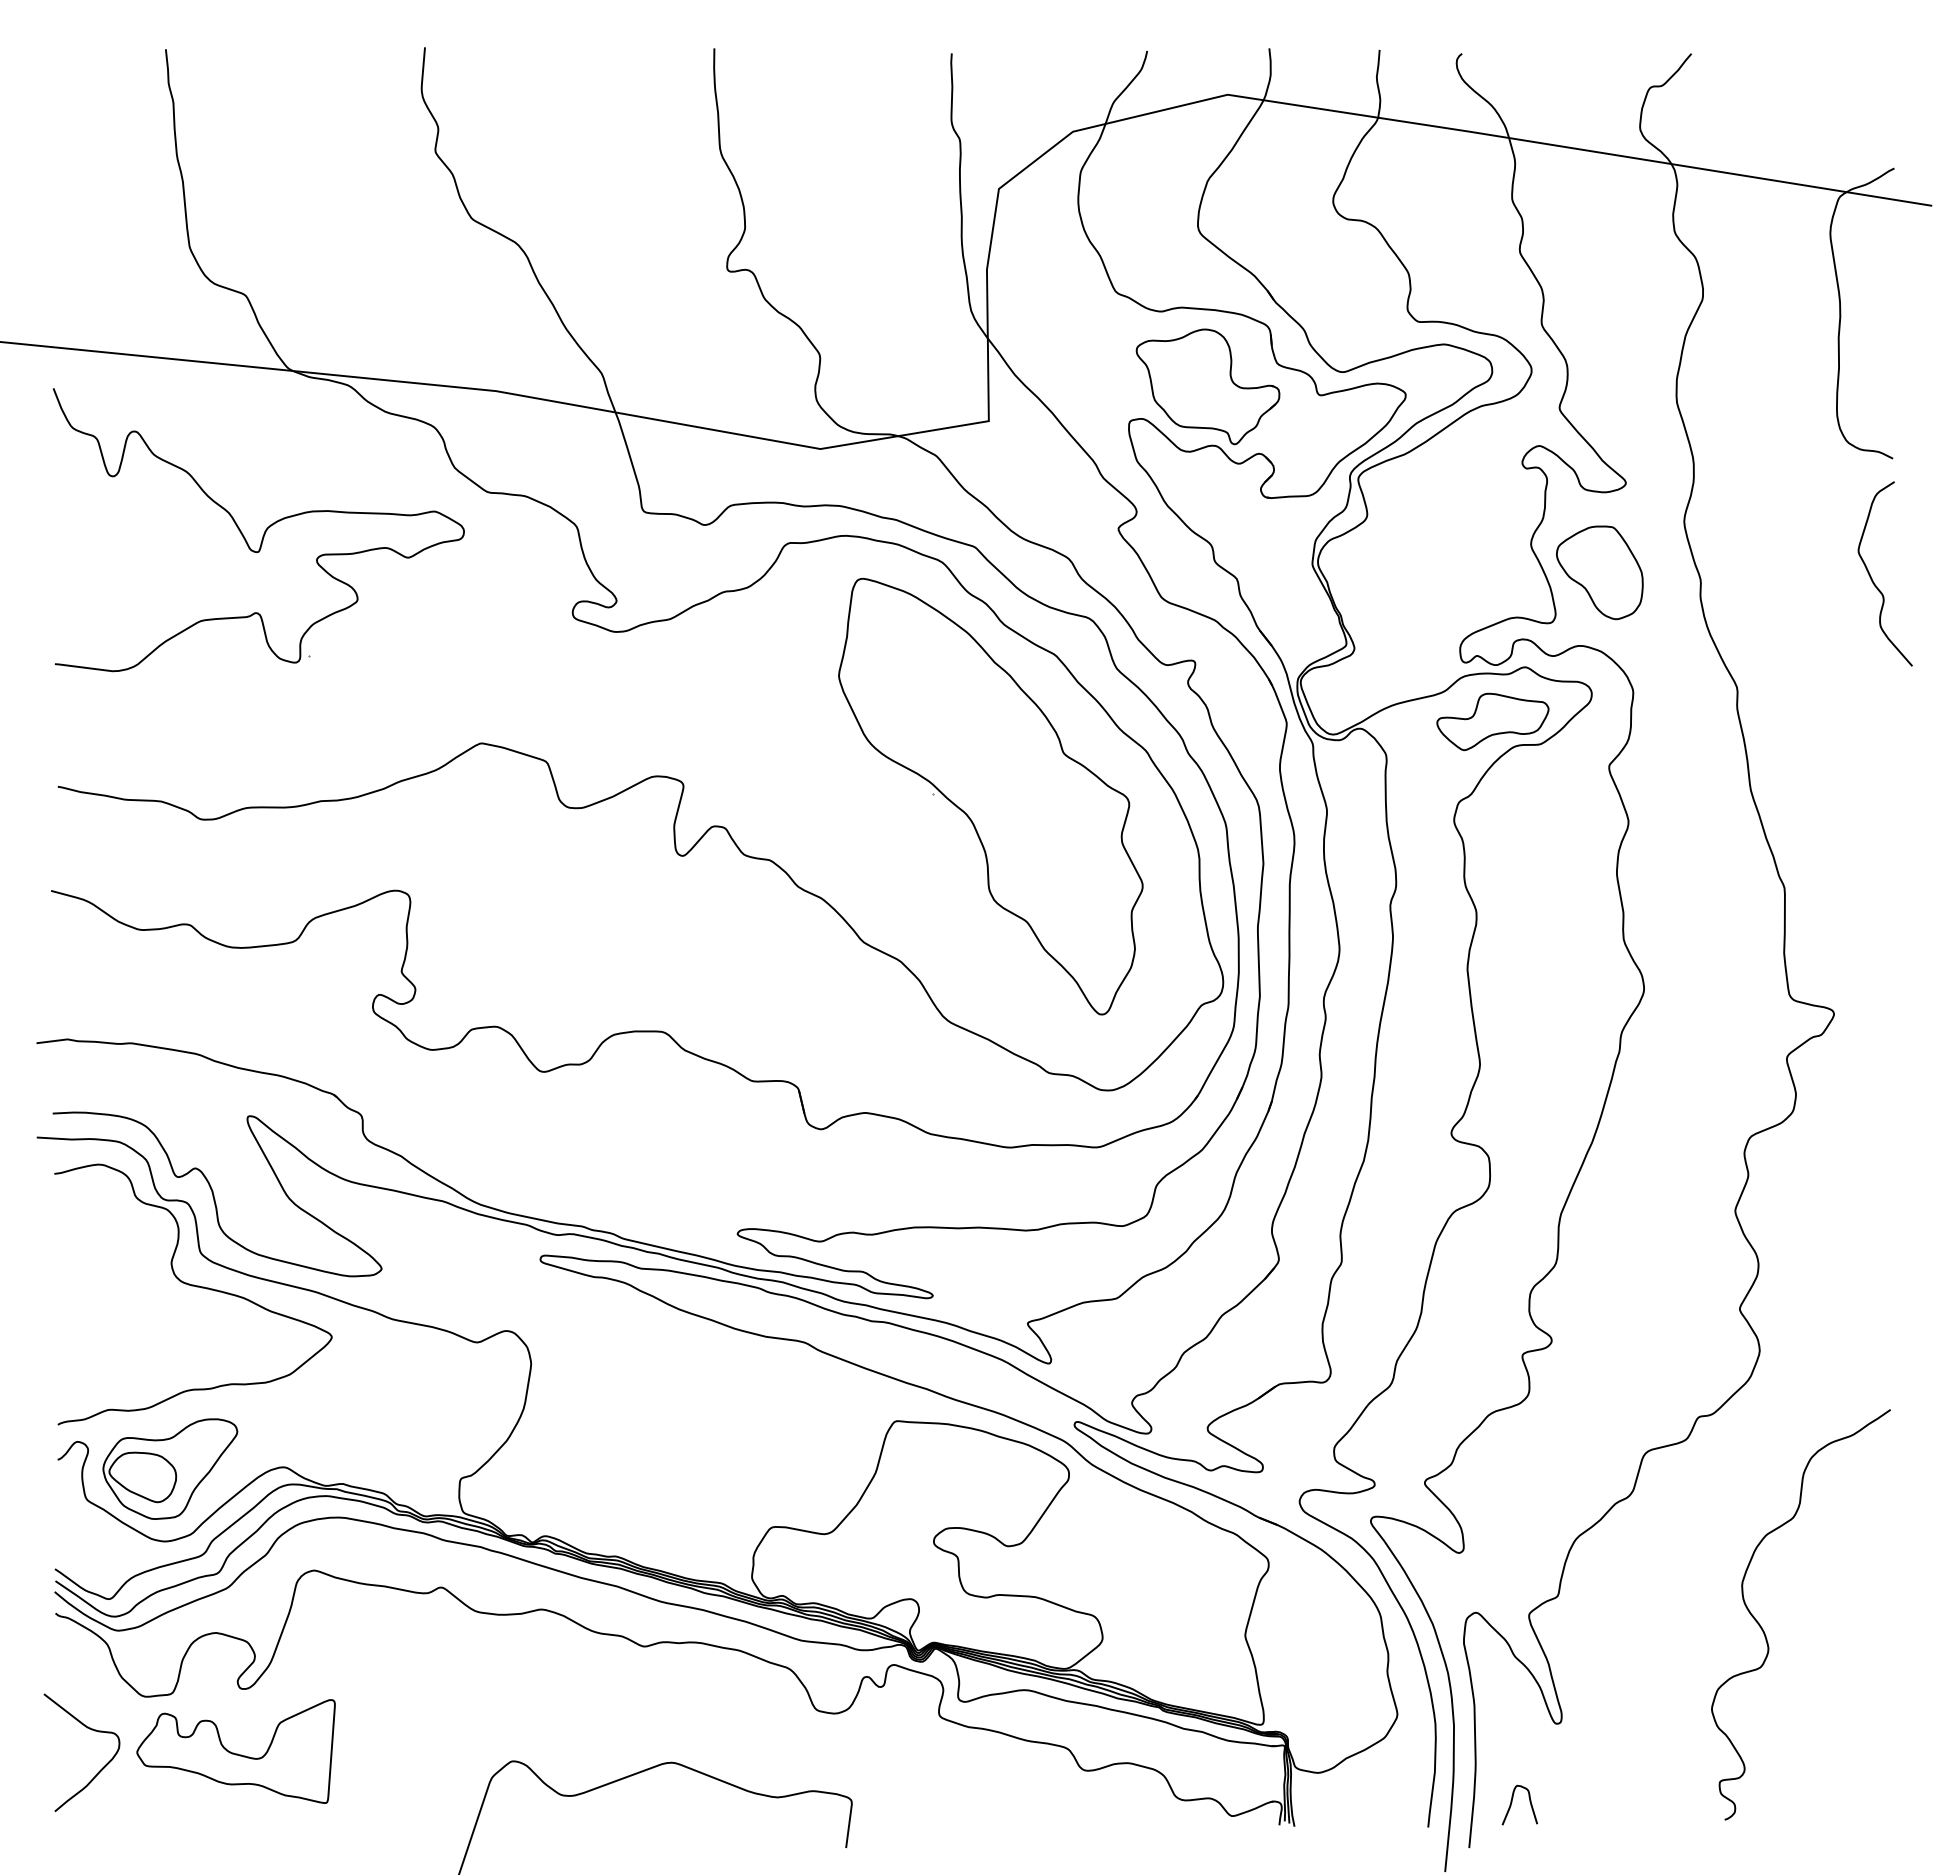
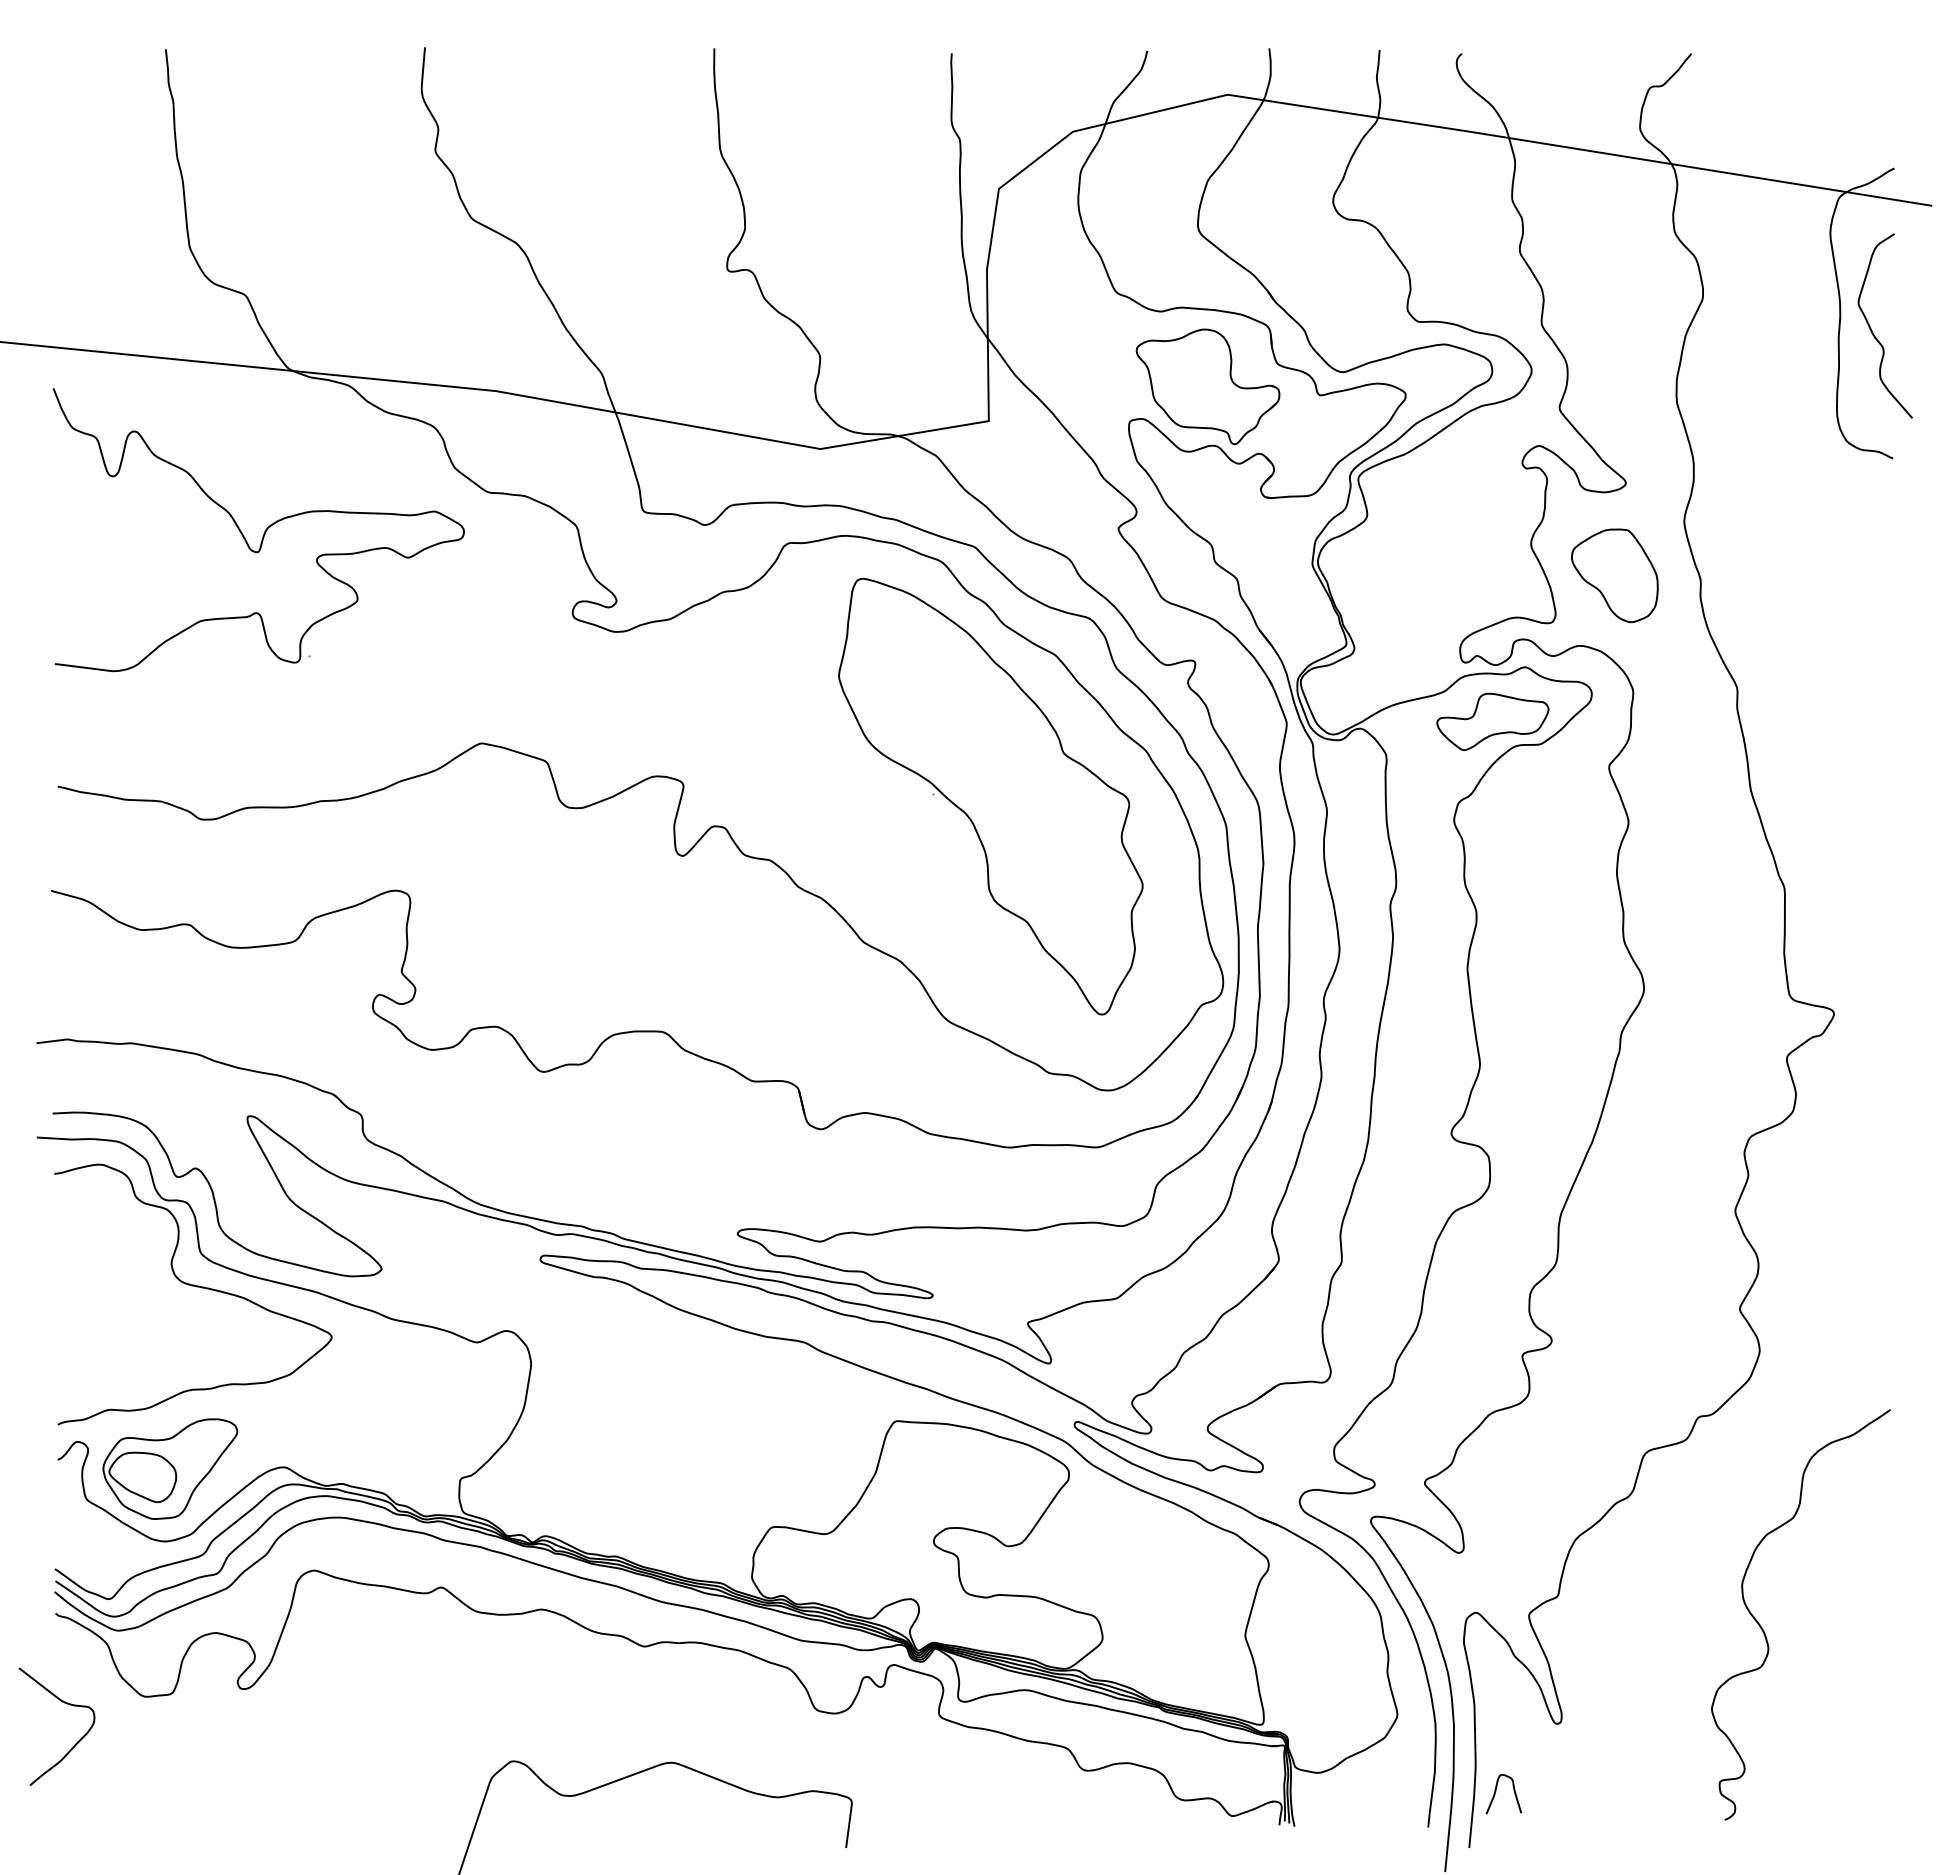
part at (1599, 572) position: (1599, 572) -> (1614, 575)
curve at (1872, 578) position: (1872, 578) -> (1872, 330)
curve at (91, 1730) position: (91, 1730) -> (66, 1704)
part at (235, 1751): present -> none
curve at (1512, 1802) position: (1512, 1802) -> (1496, 1791)
